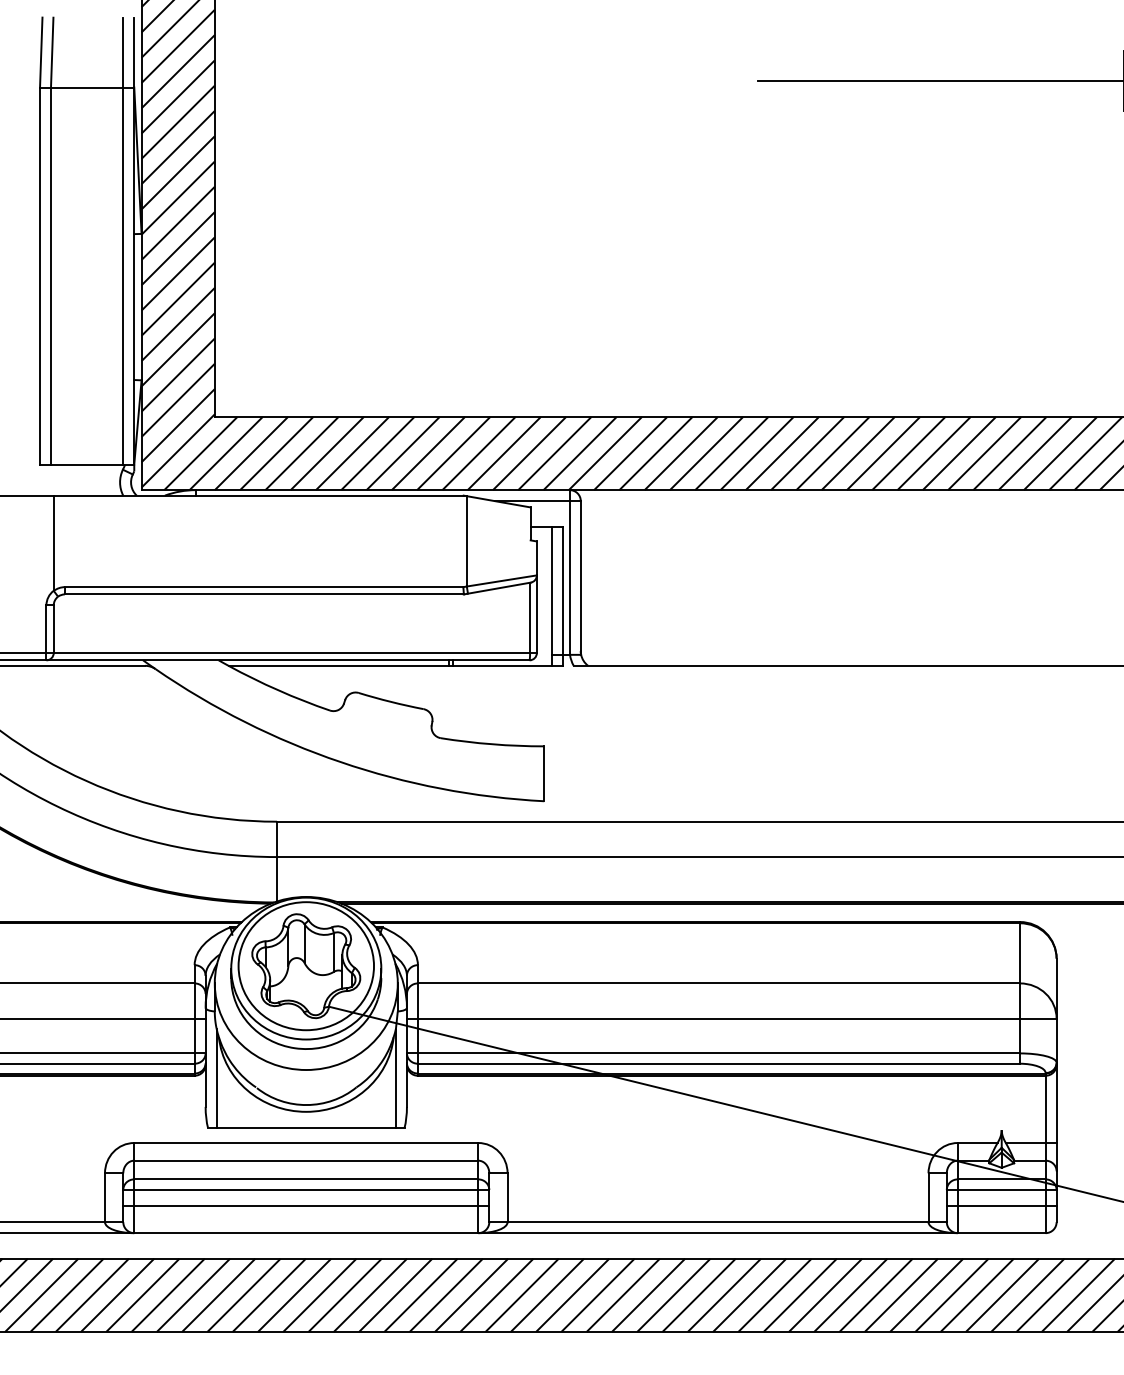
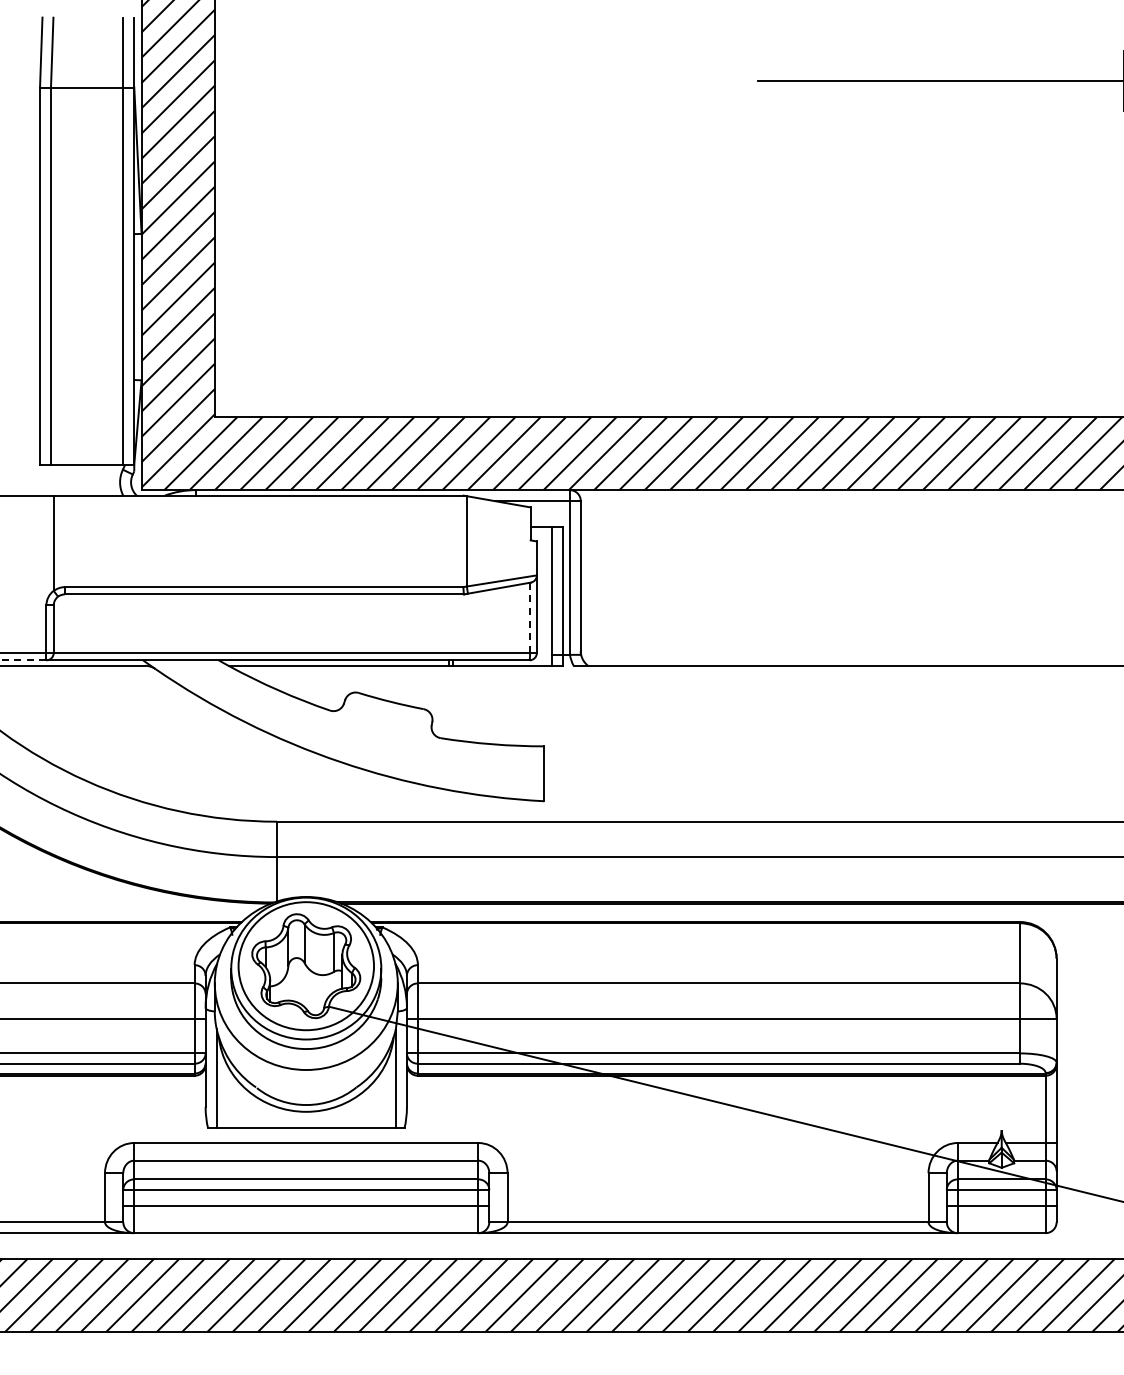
line at (530, 617): solid -> dashed
line at (23, 660): solid -> dashed
